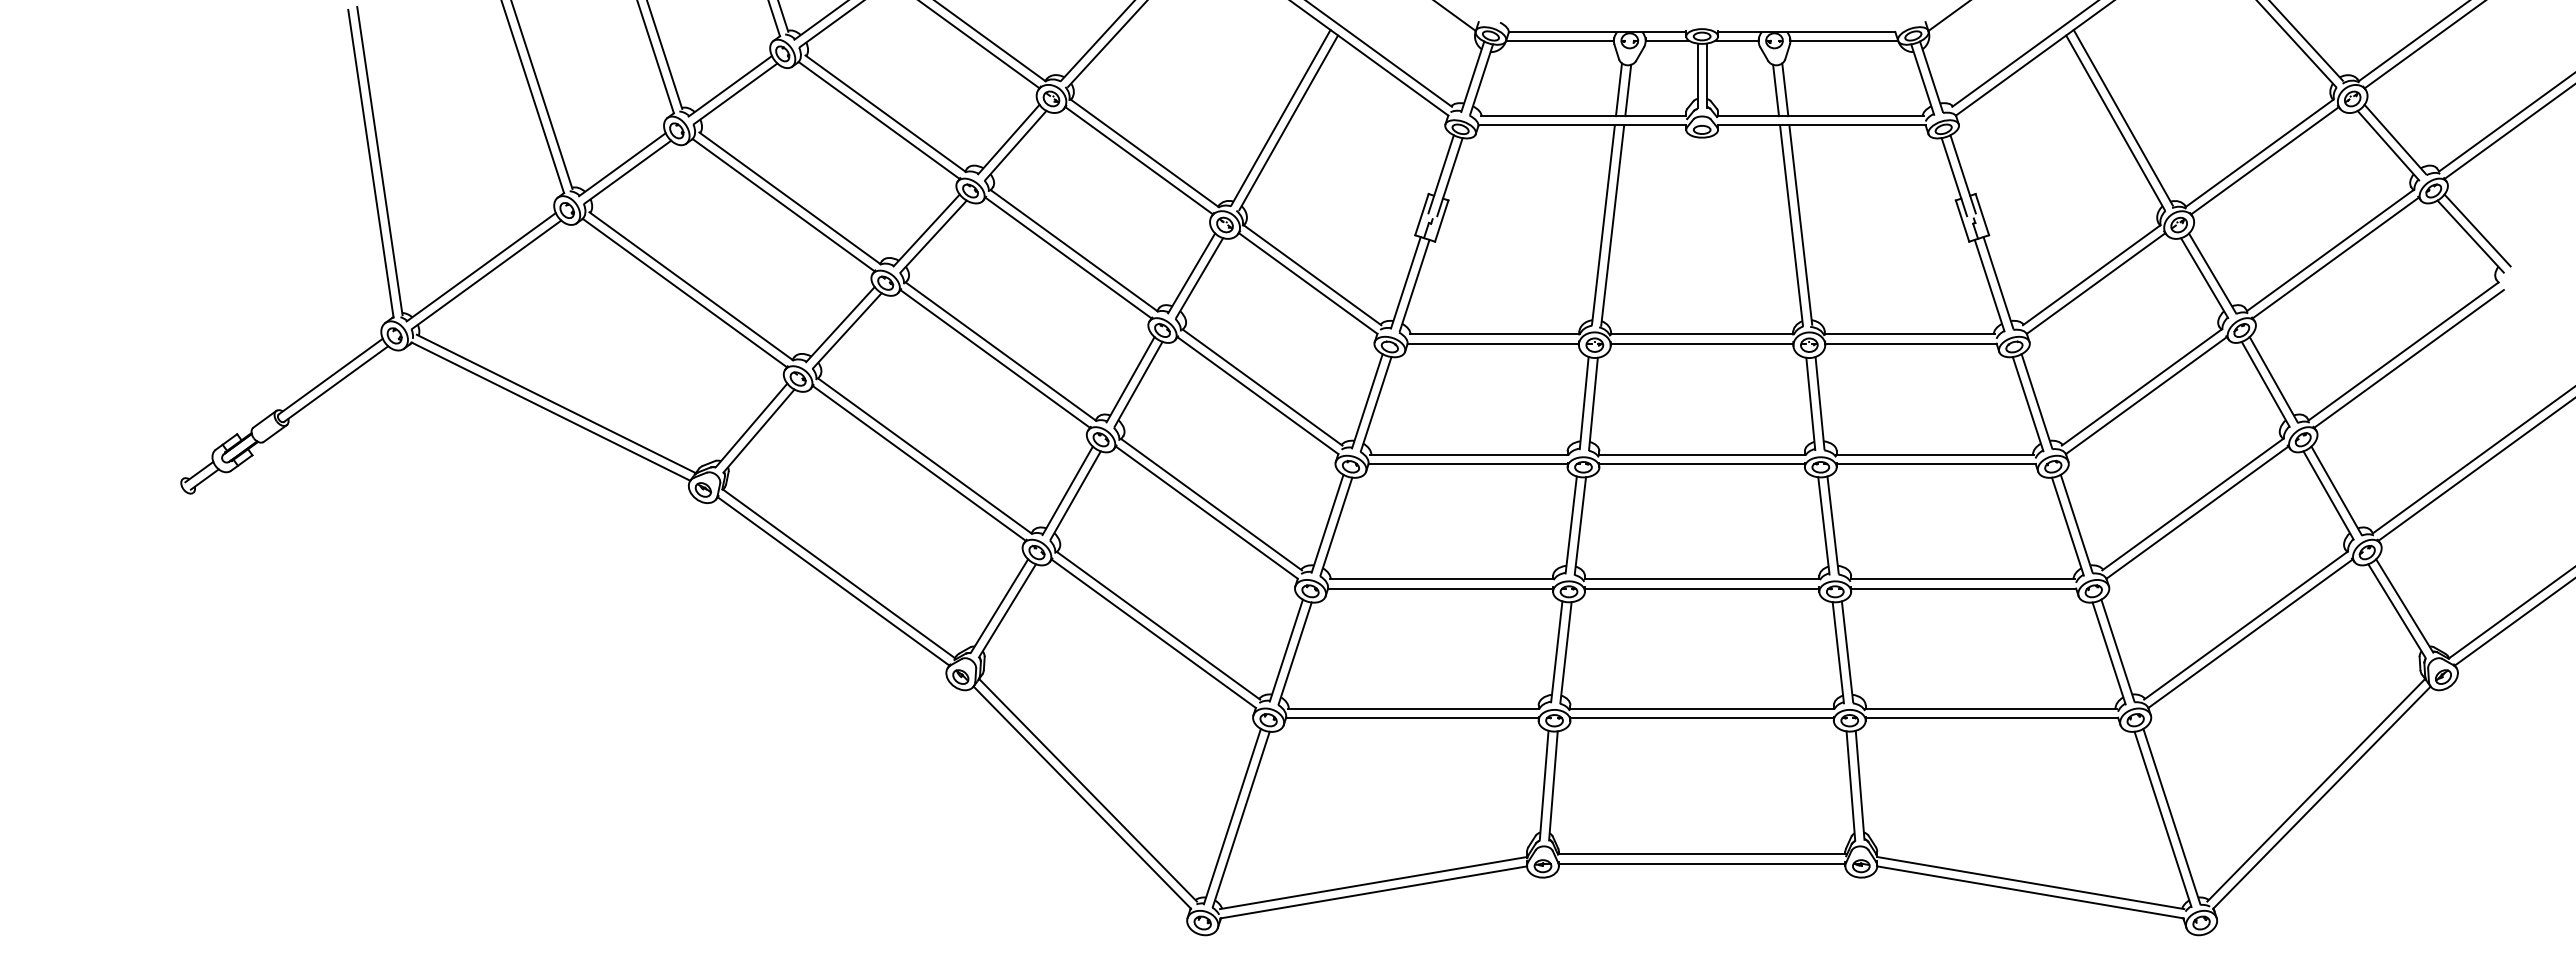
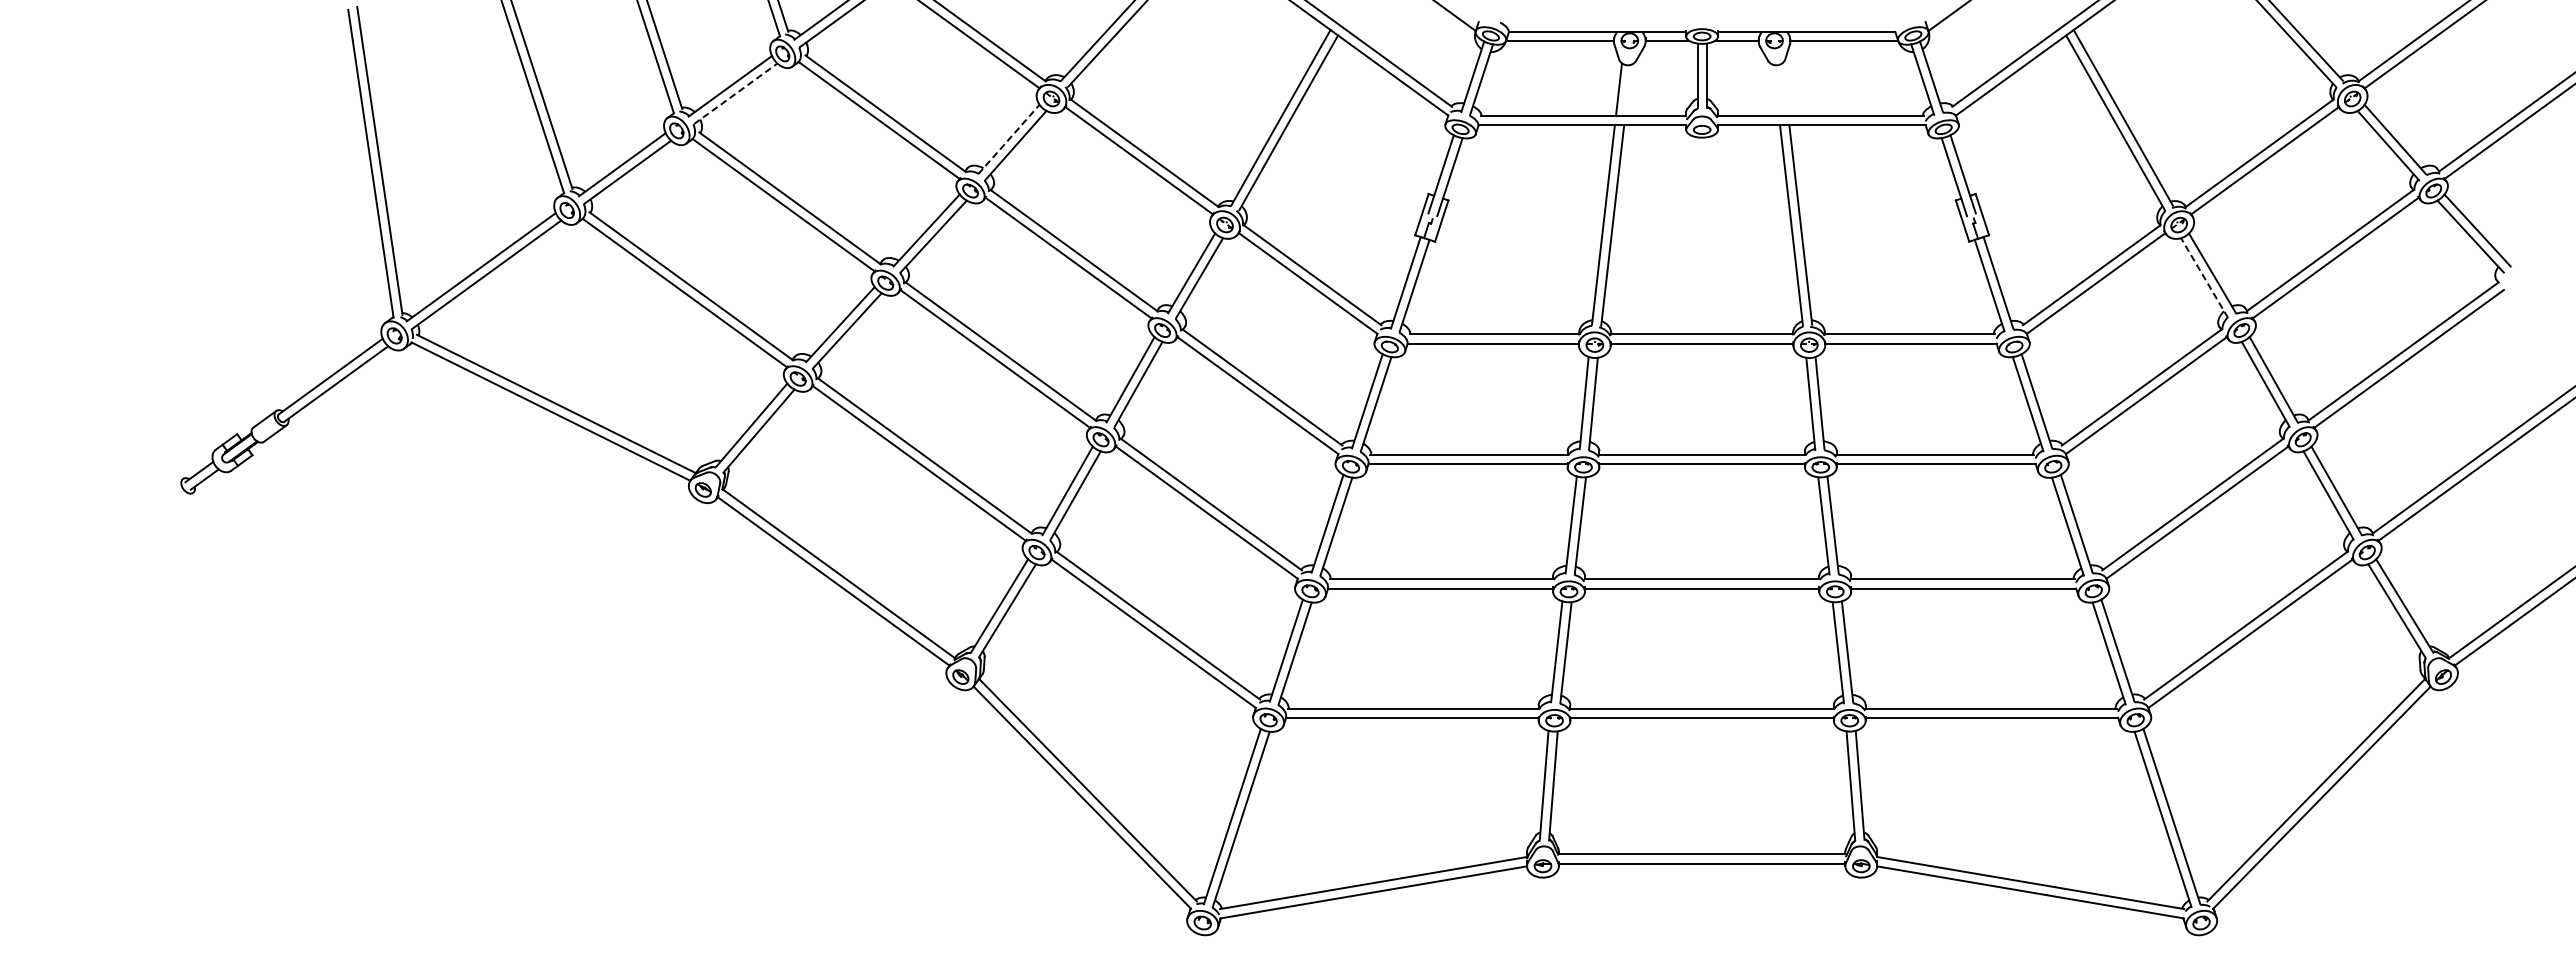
line at (1785, 89): present -> none
line at (1628, 90): present -> none
line at (1776, 90): present -> none
line at (736, 93): solid -> dashed
line at (1009, 139): solid -> dashed
line at (2204, 277): solid -> dashed
